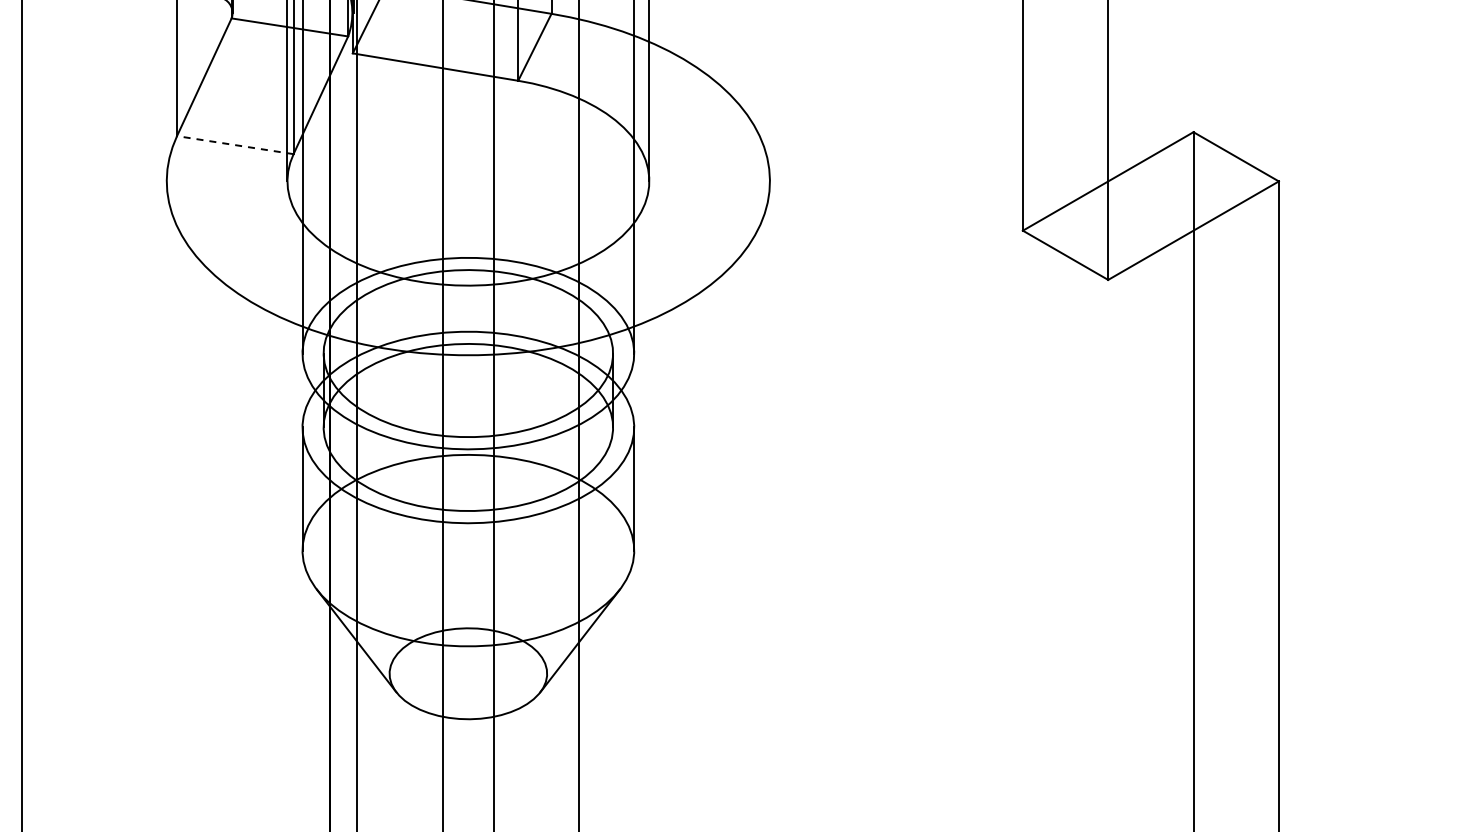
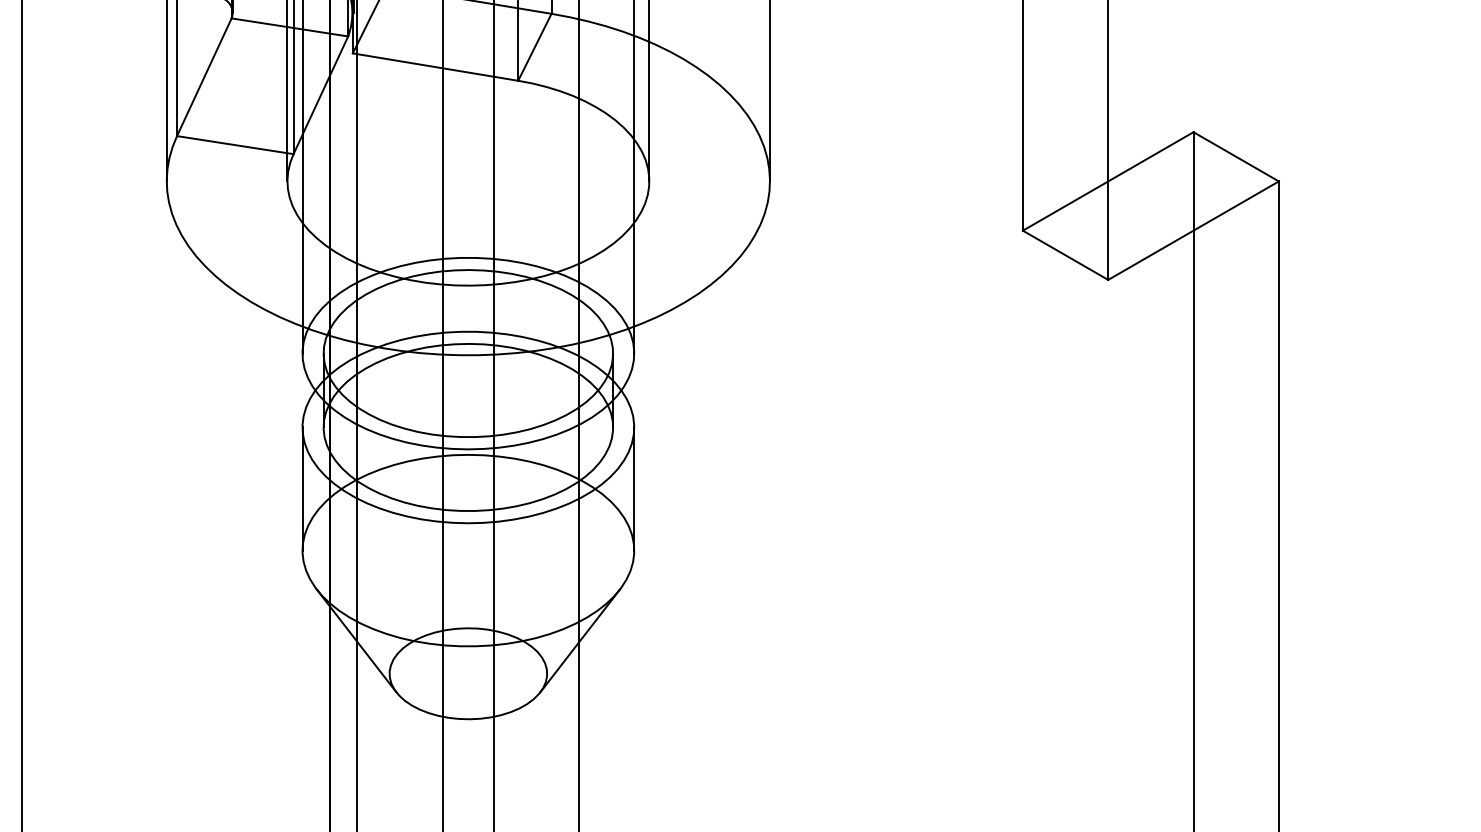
line at (166, 91): none -> present
line at (770, 91): none -> present
line at (235, 145): dashed -> solid
